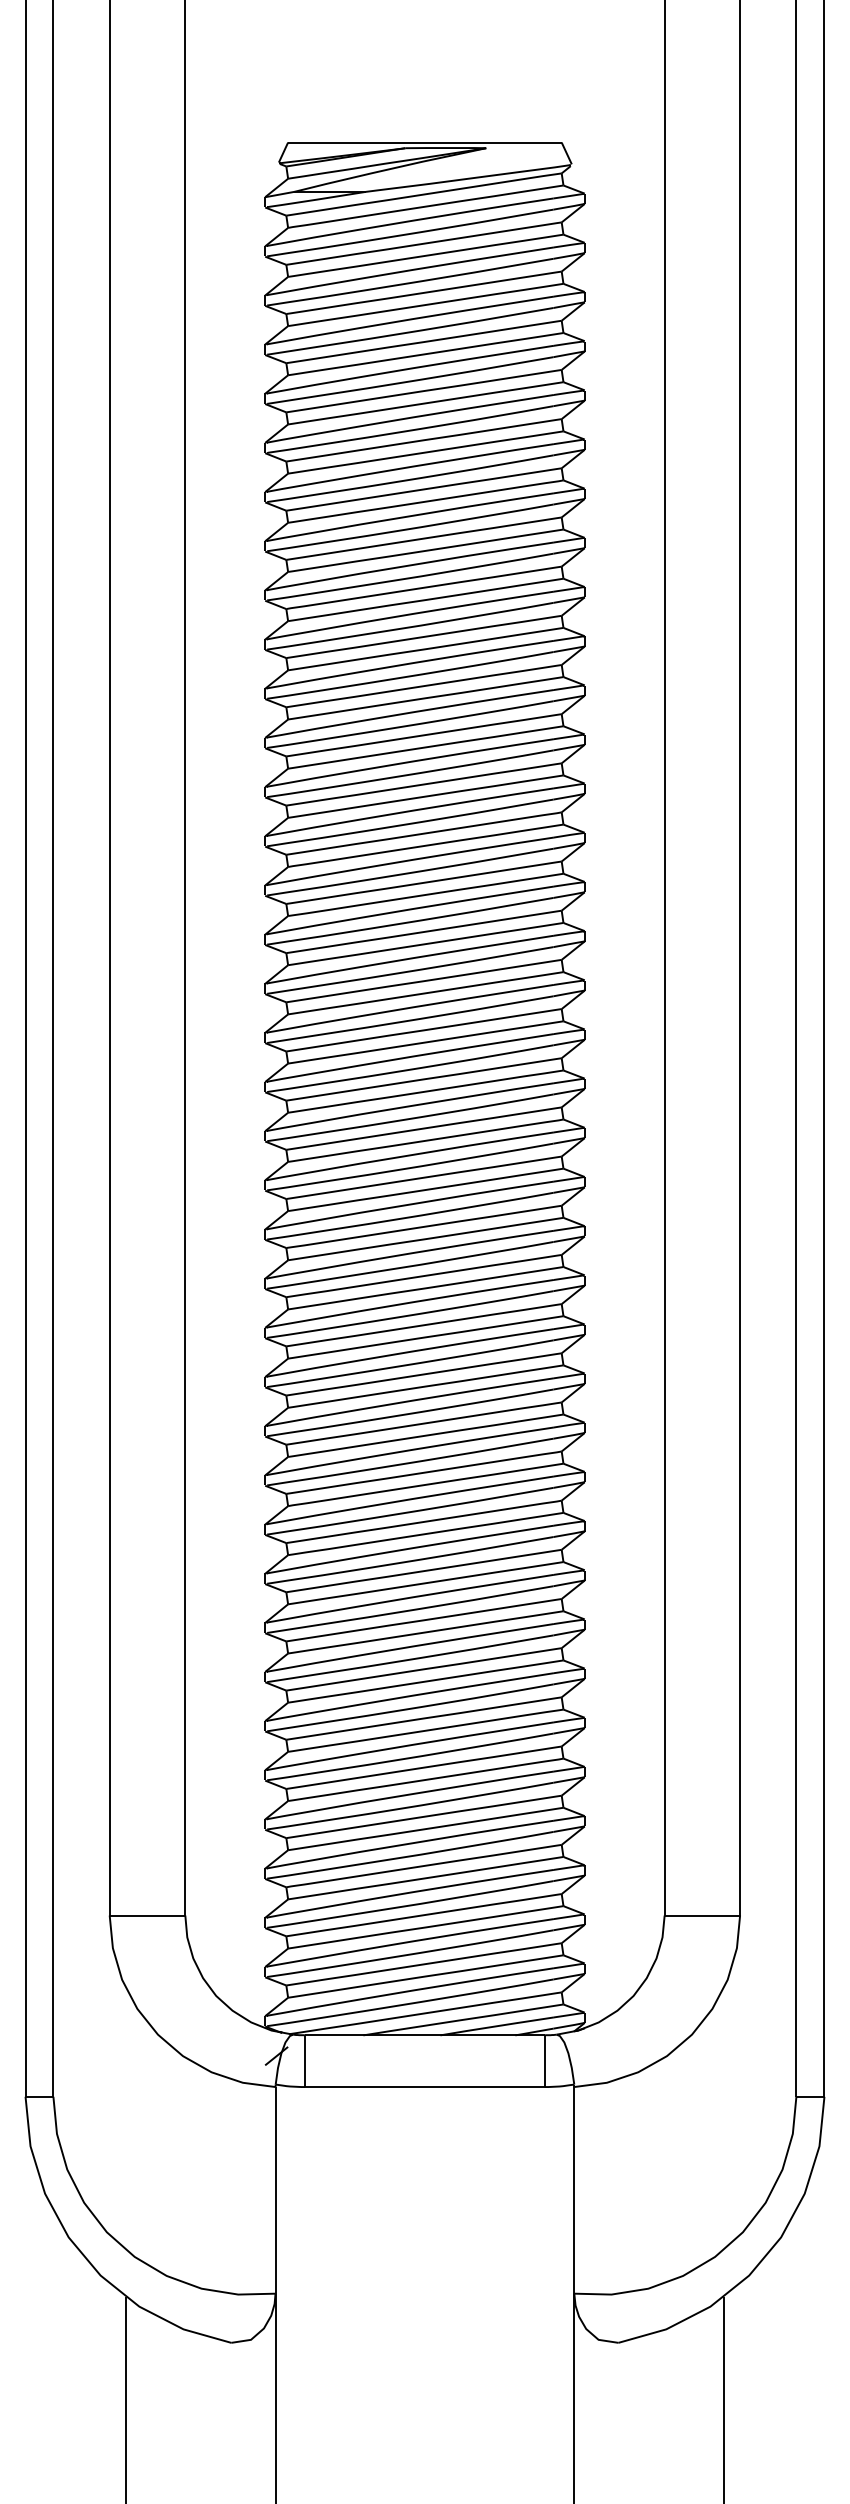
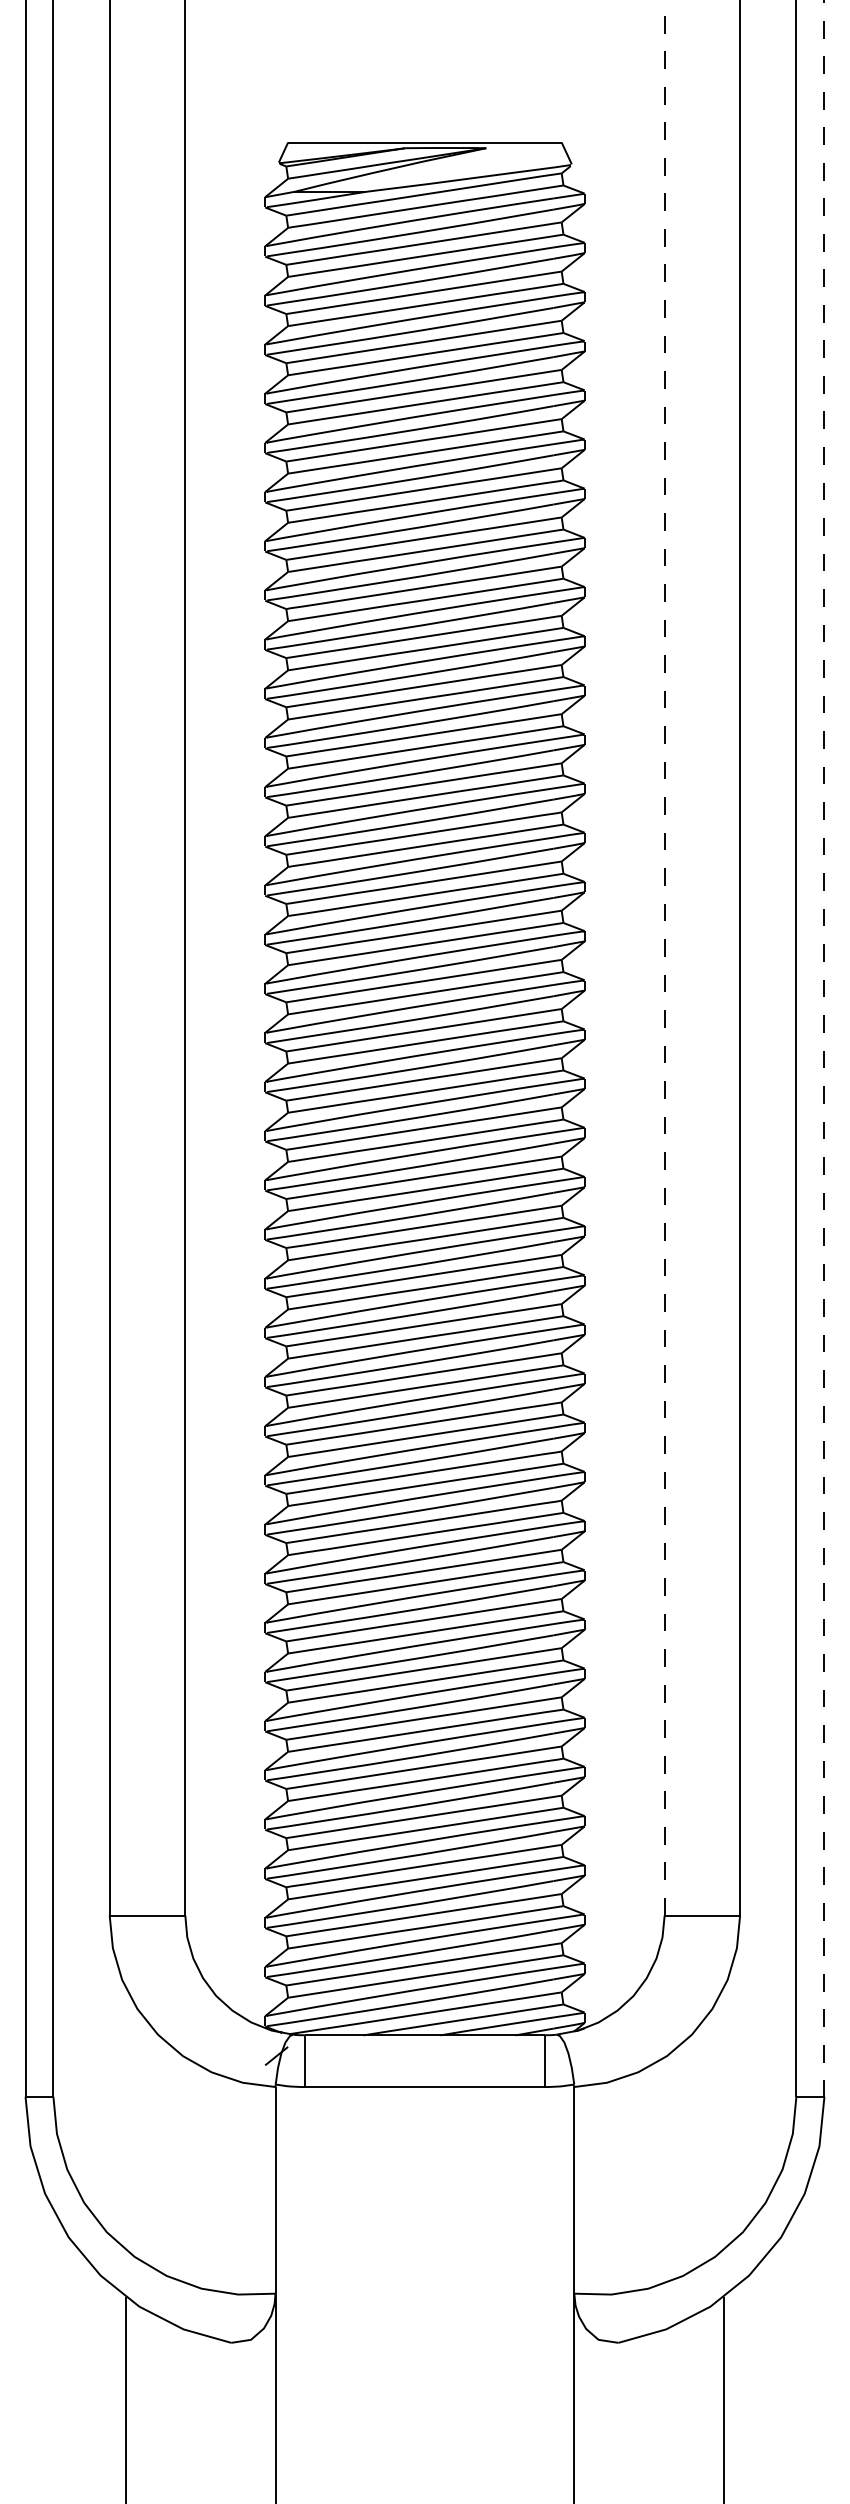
line at (664, 957): solid -> dashed
line at (824, 1048): solid -> dashed
